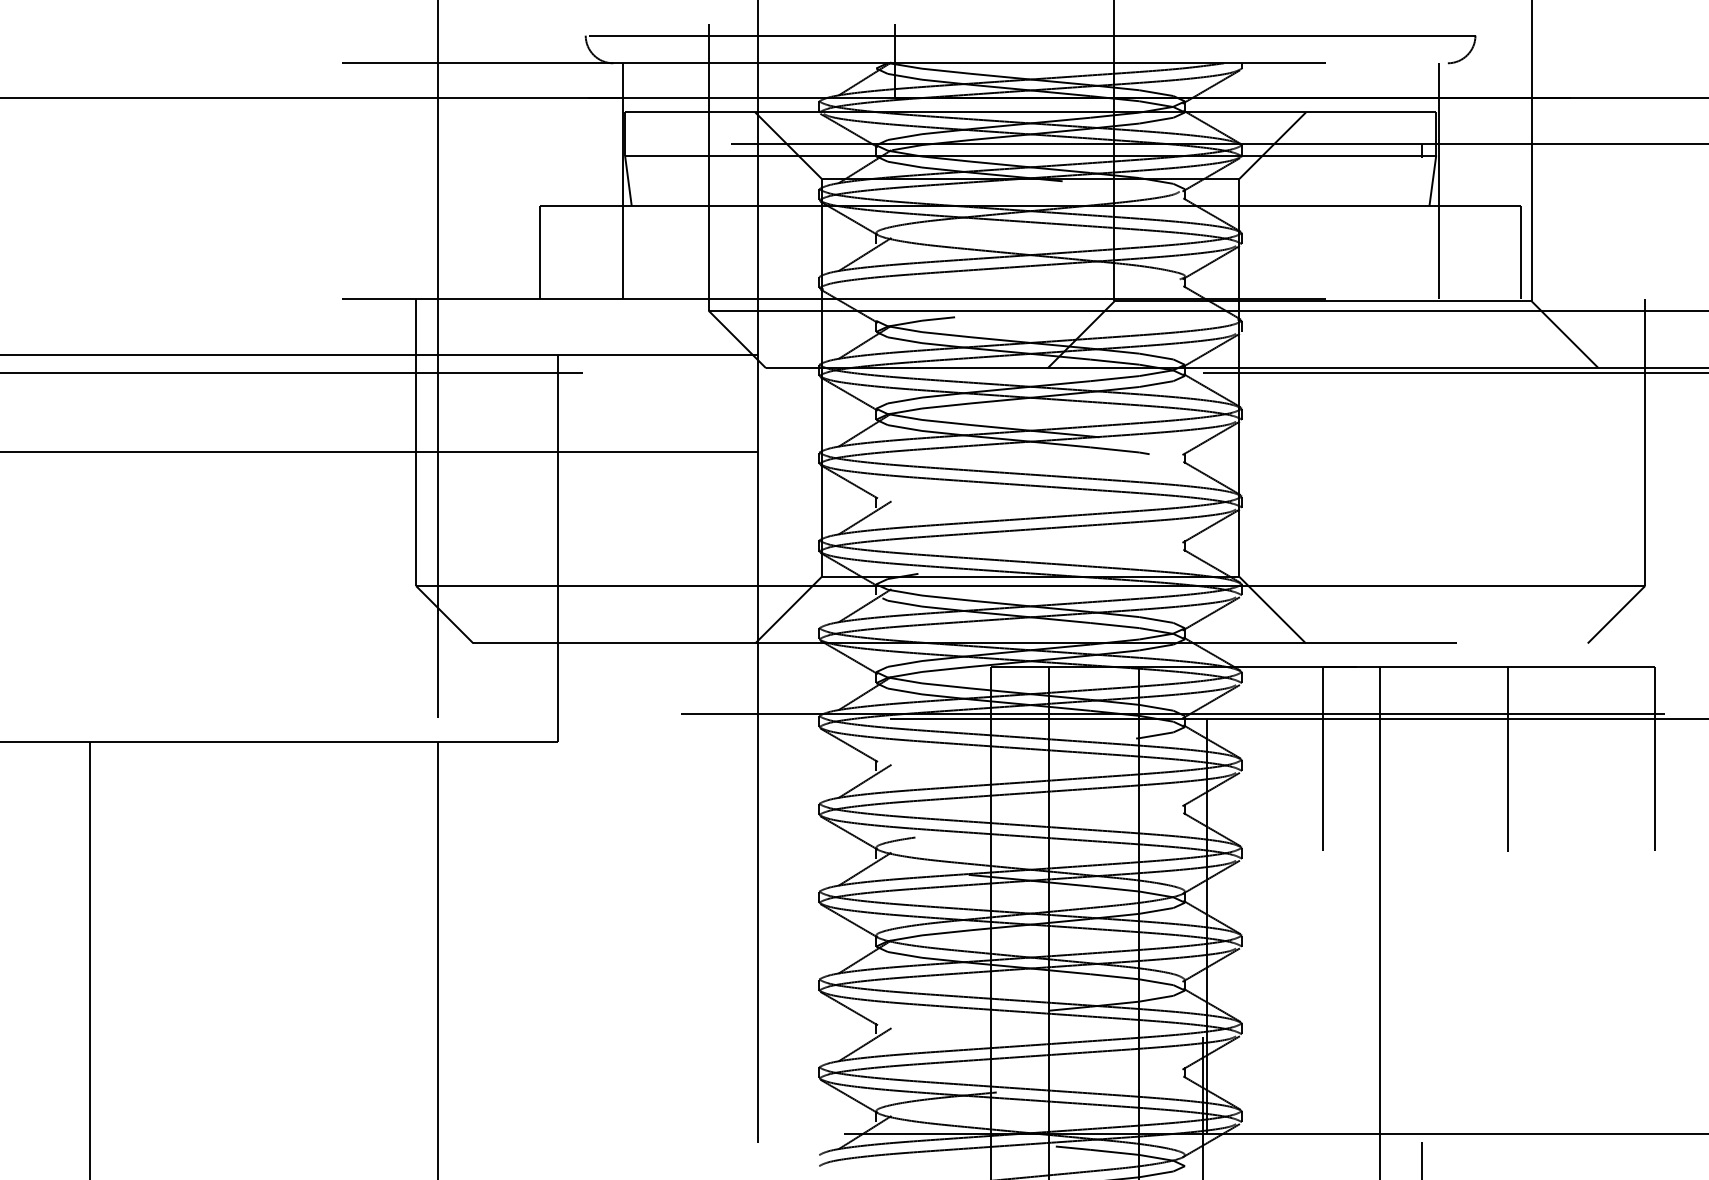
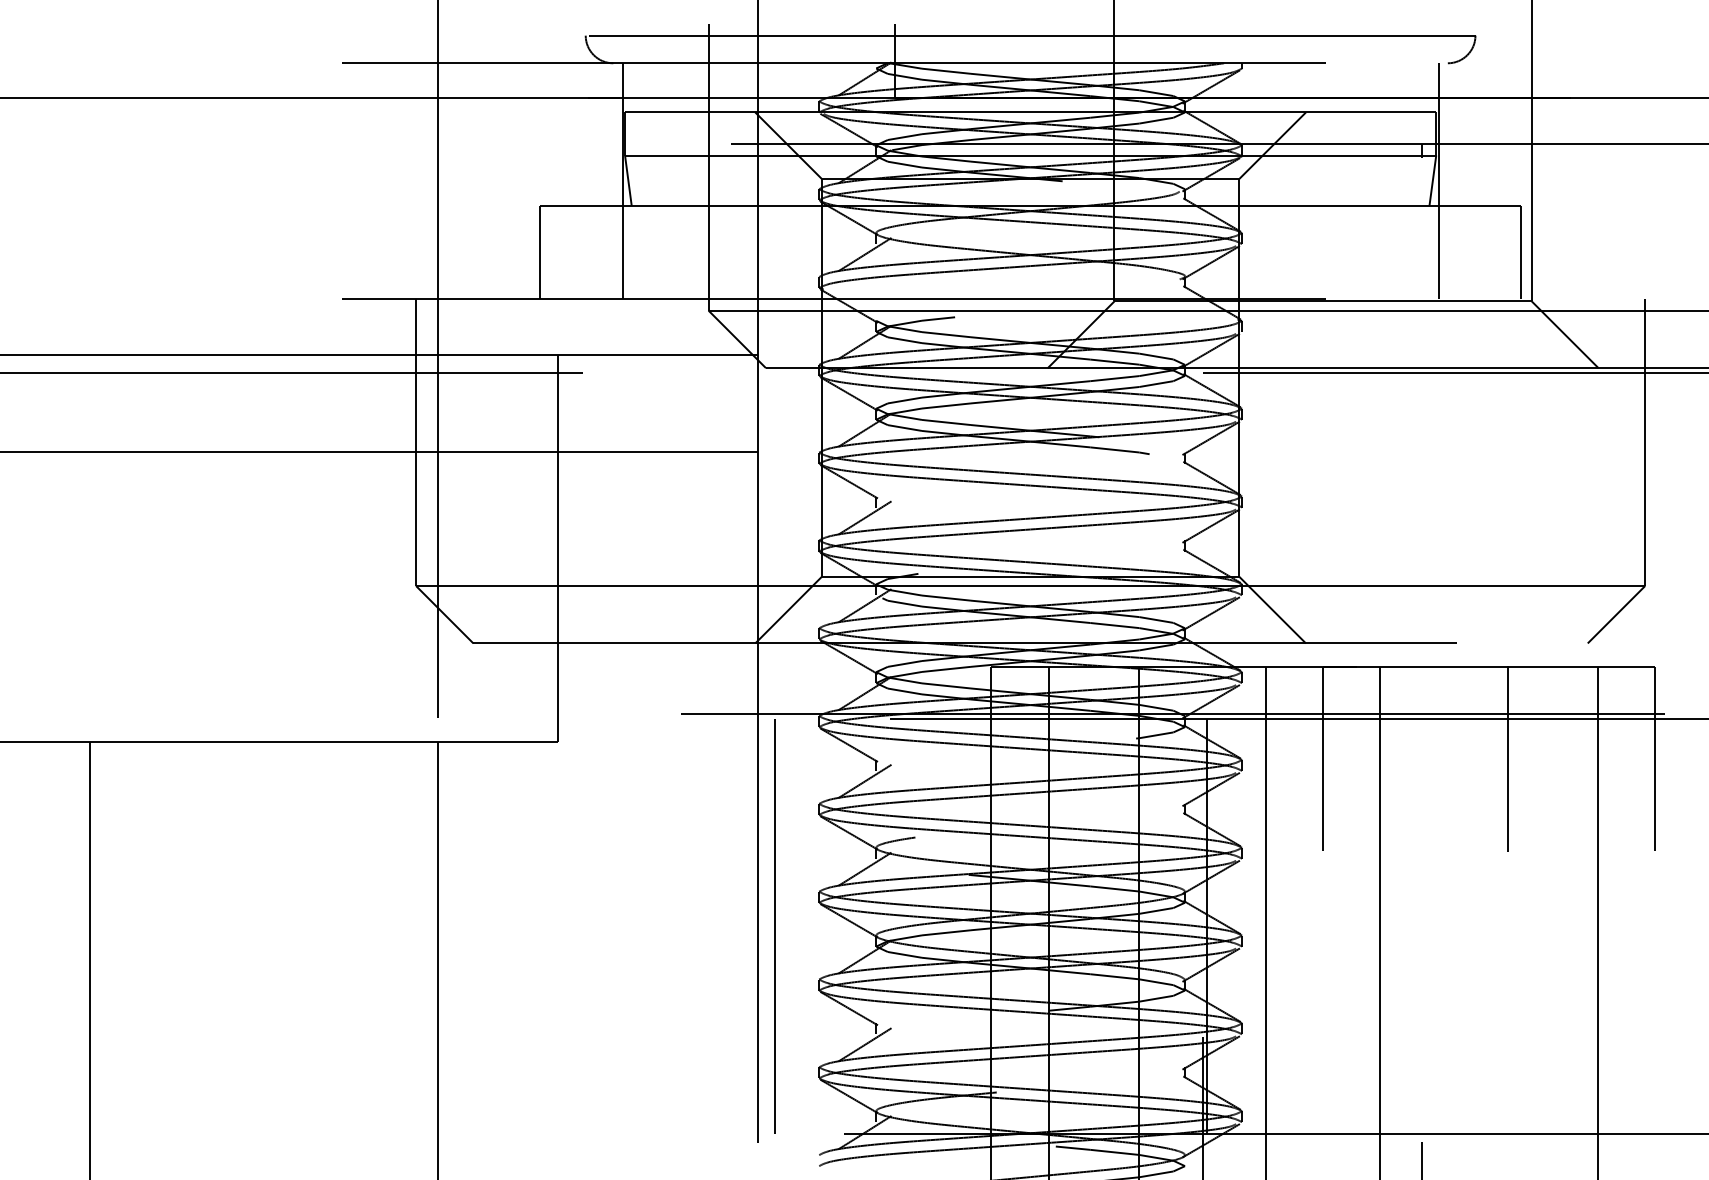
line at (1265, 921): none -> present
line at (1597, 921): none -> present
line at (774, 926): none -> present
